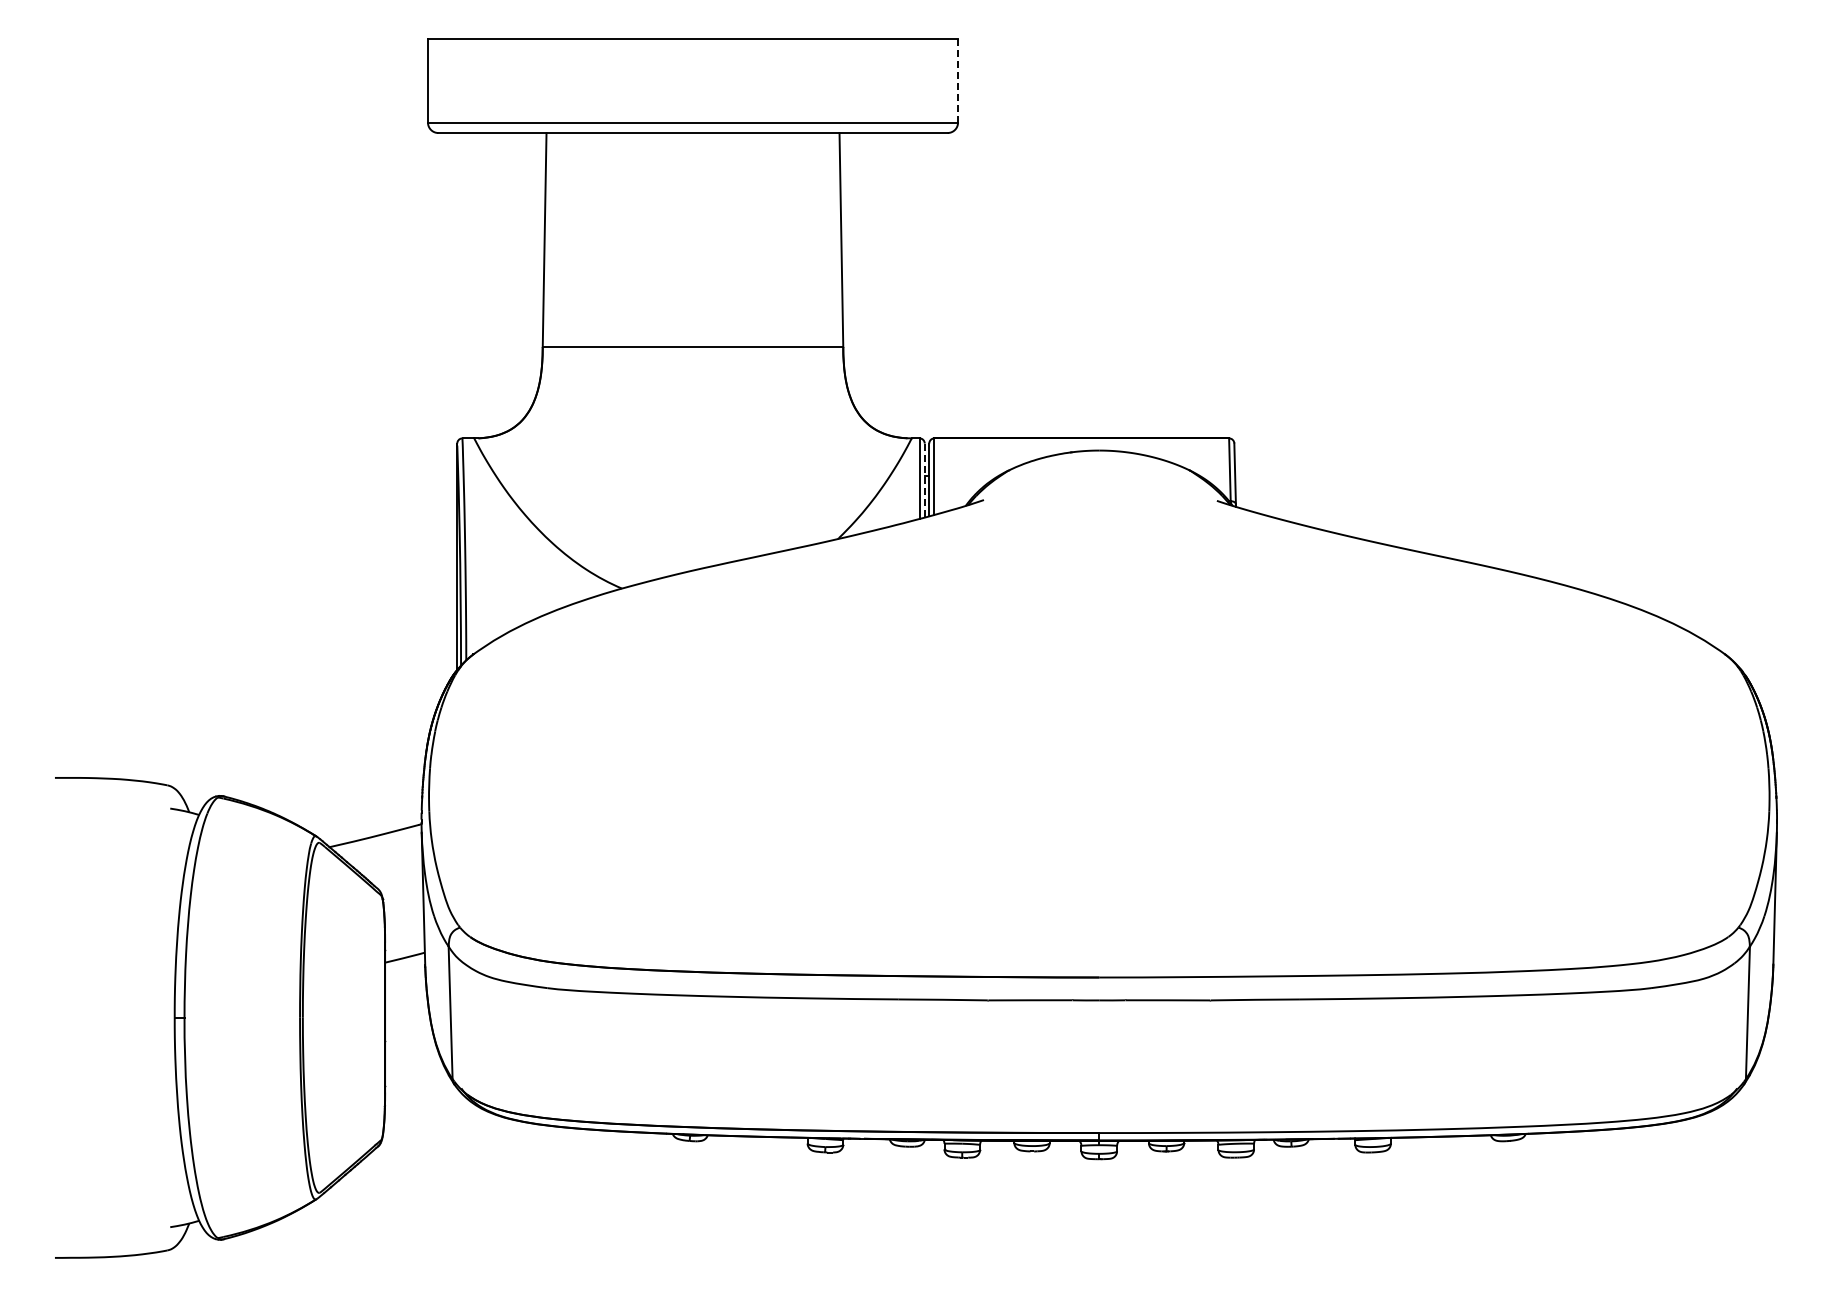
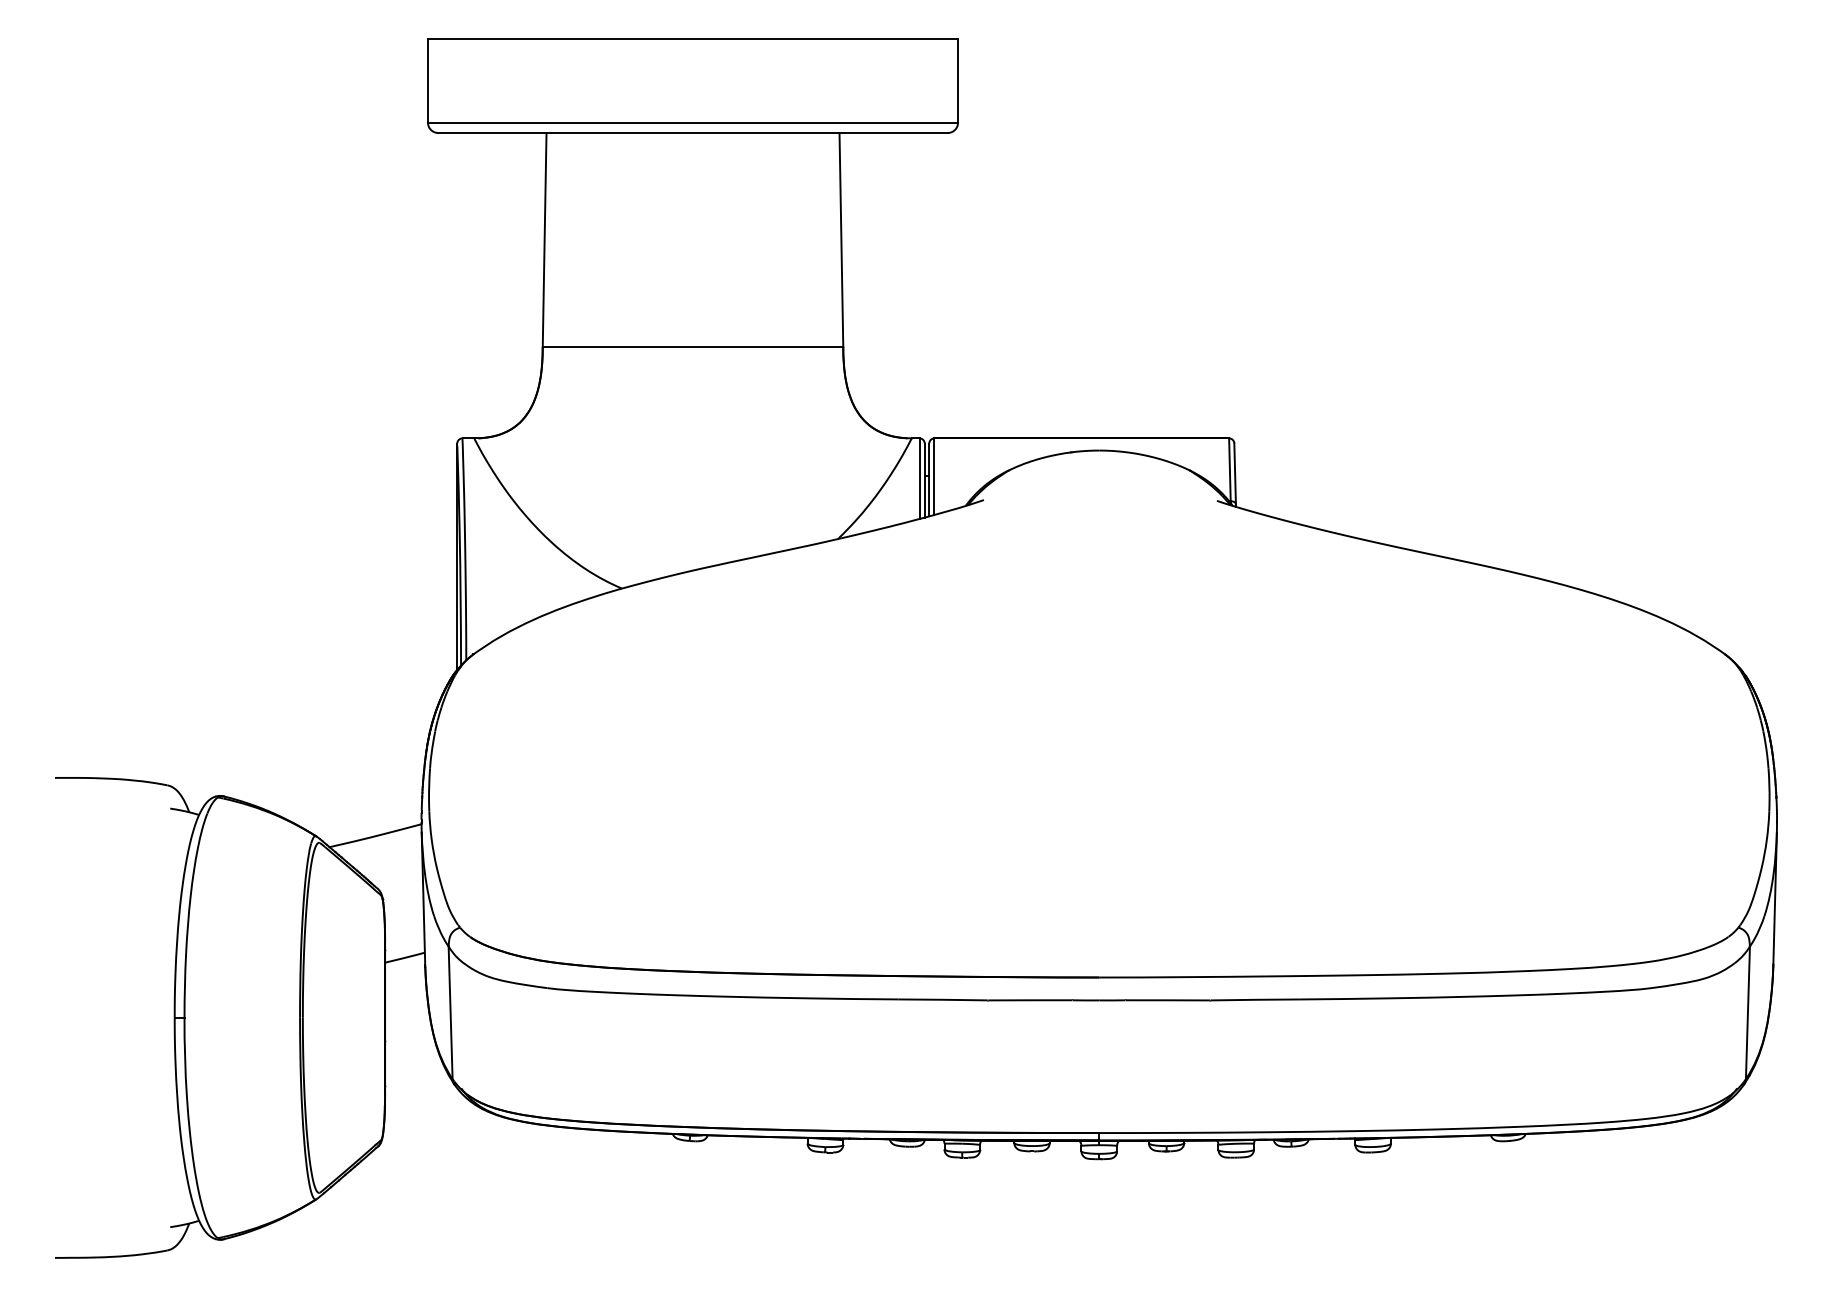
line at (958, 80): dashed -> solid
line at (924, 480): dashed -> solid
